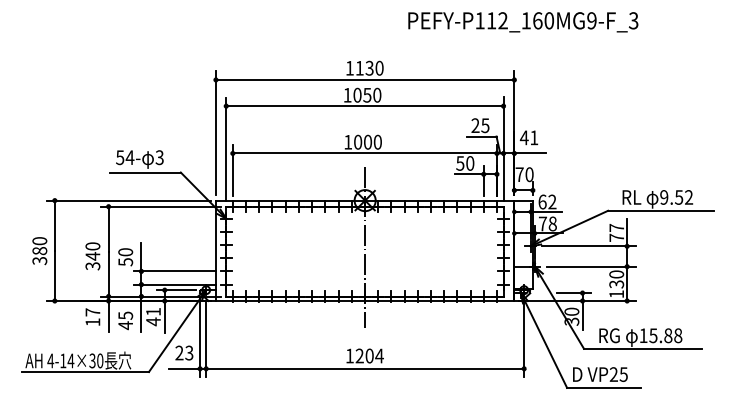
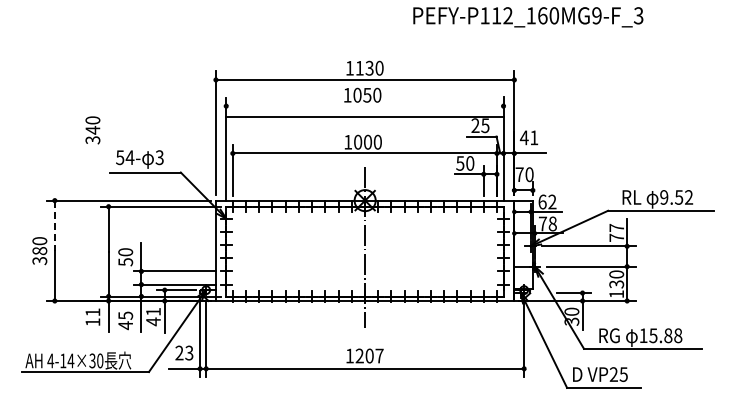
text at (523, 22) position: (523, 22) -> (528, 17)
line at (364, 106) position: (364, 106) -> (364, 117)
line at (54, 225): solid -> dashed
text at (92, 256) position: (92, 256) -> (92, 130)
text at (92, 312): 17 -> 11
text at (379, 355): 1204 -> 1207
